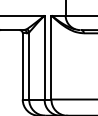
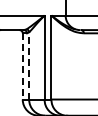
line at (29, 65): solid -> dashed
line at (22, 66): solid -> dashed
